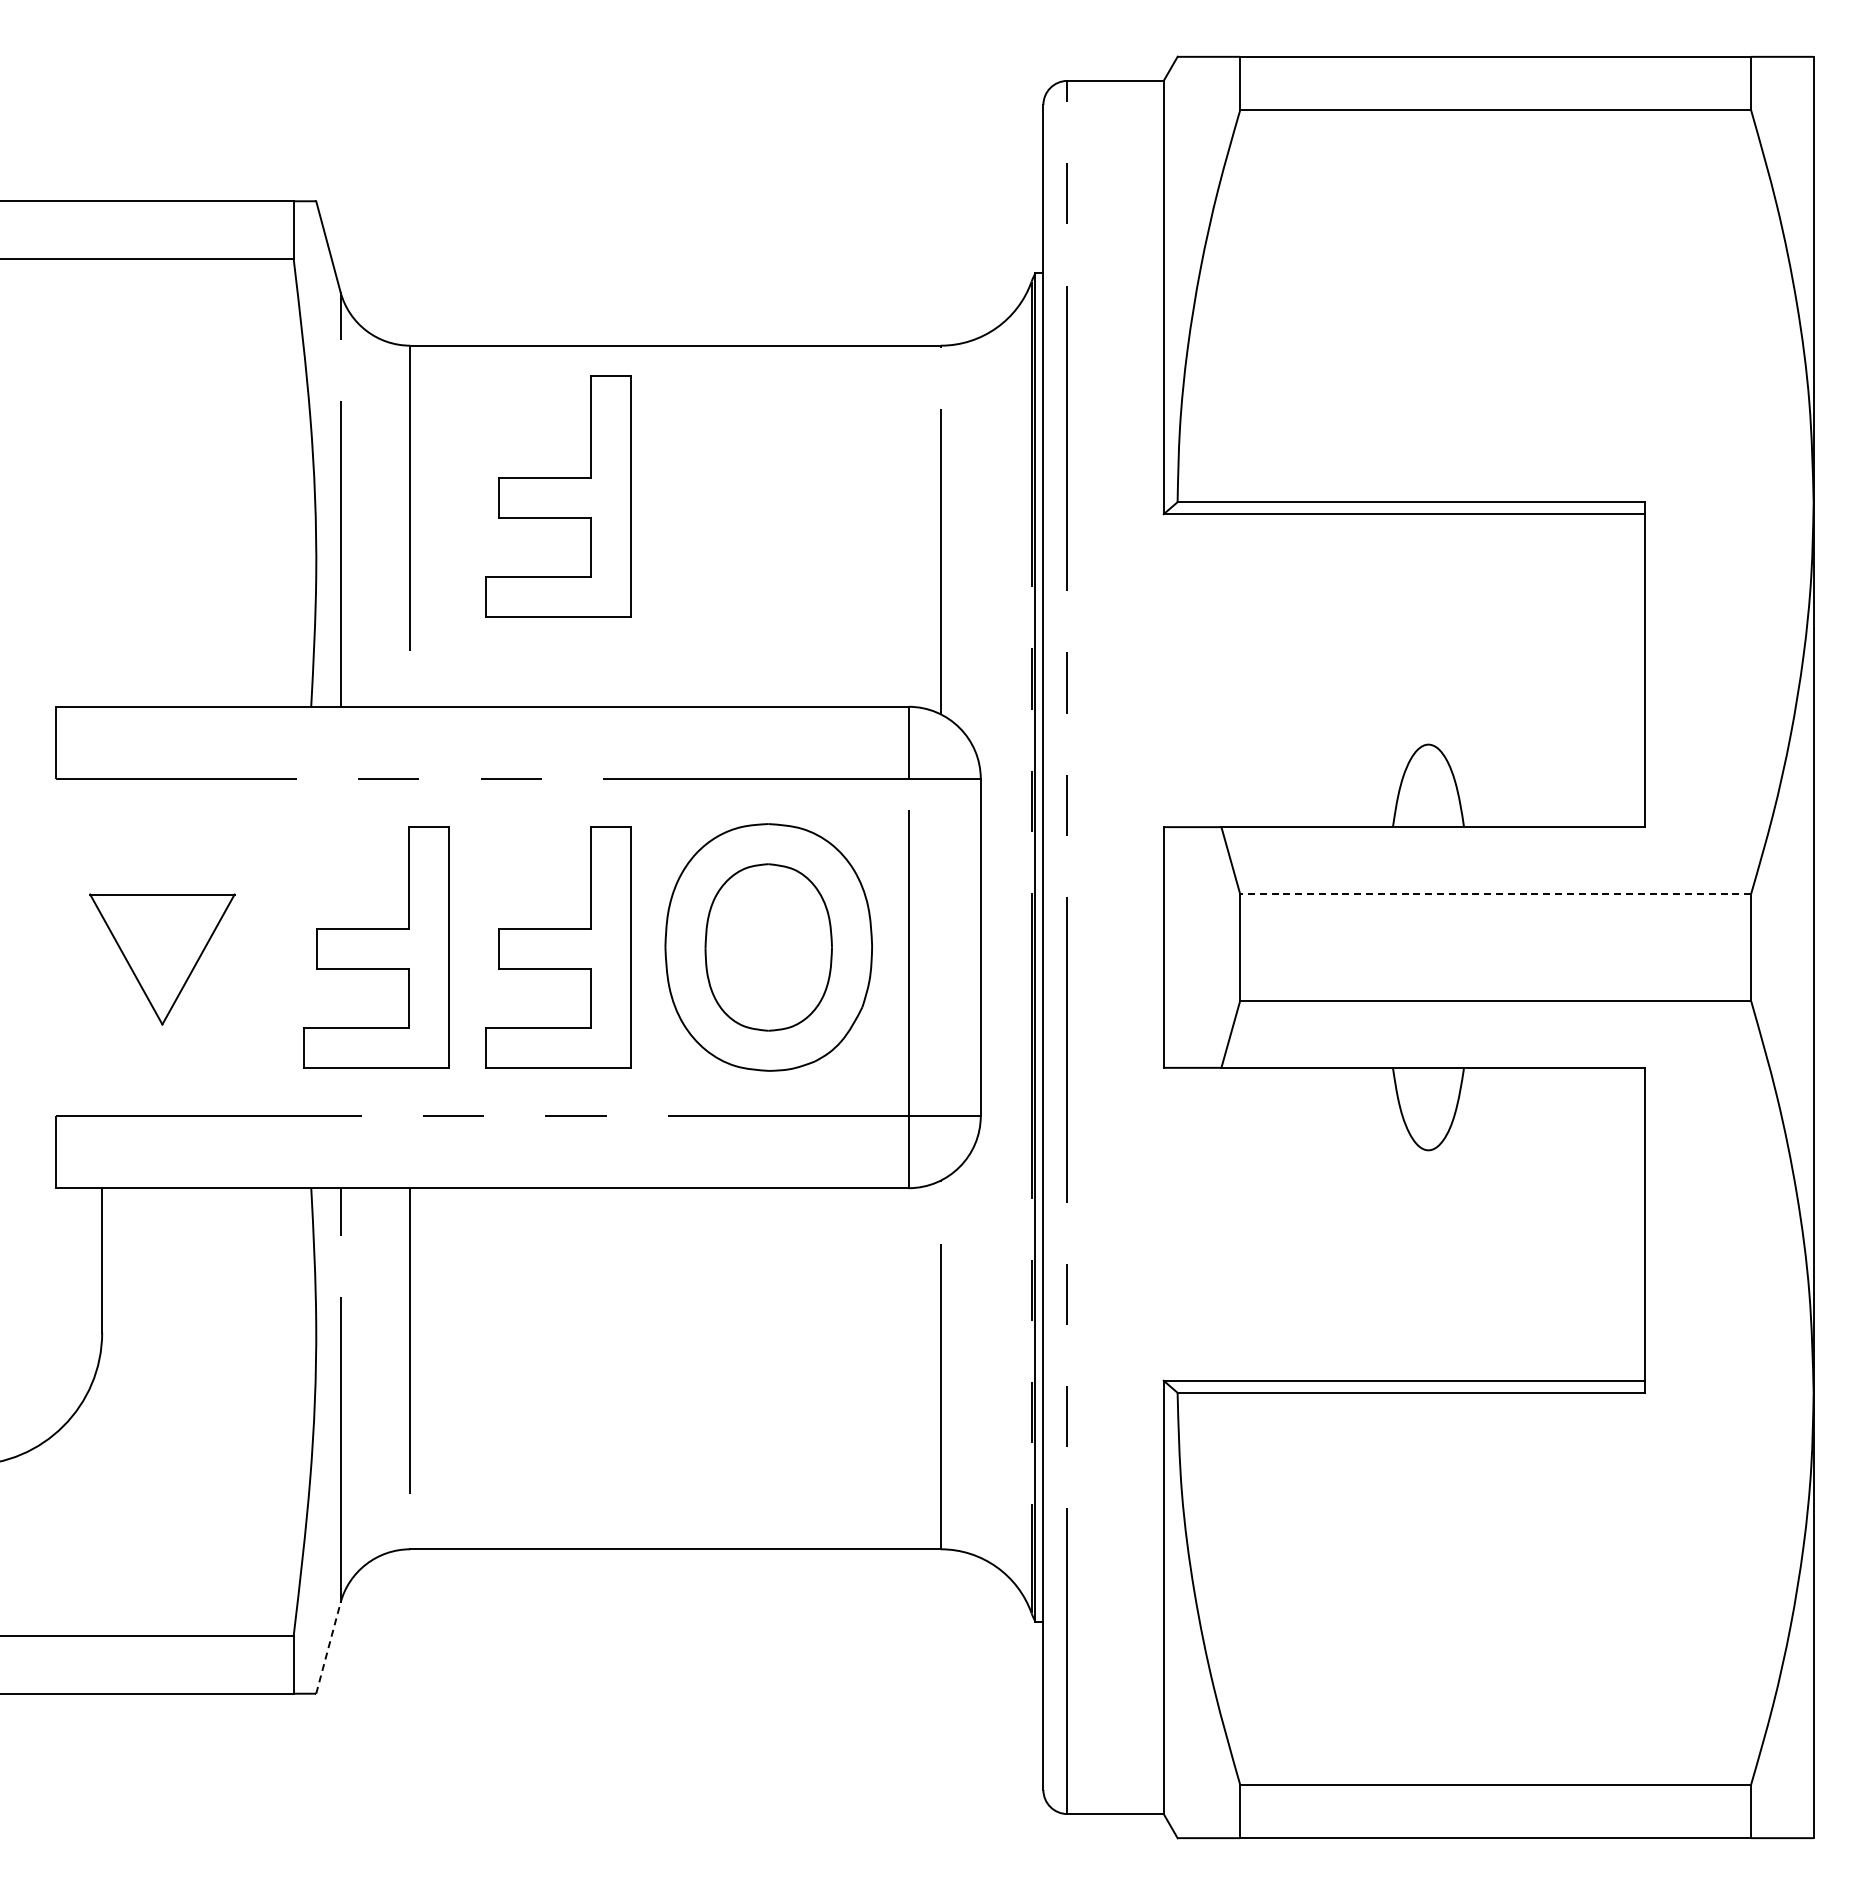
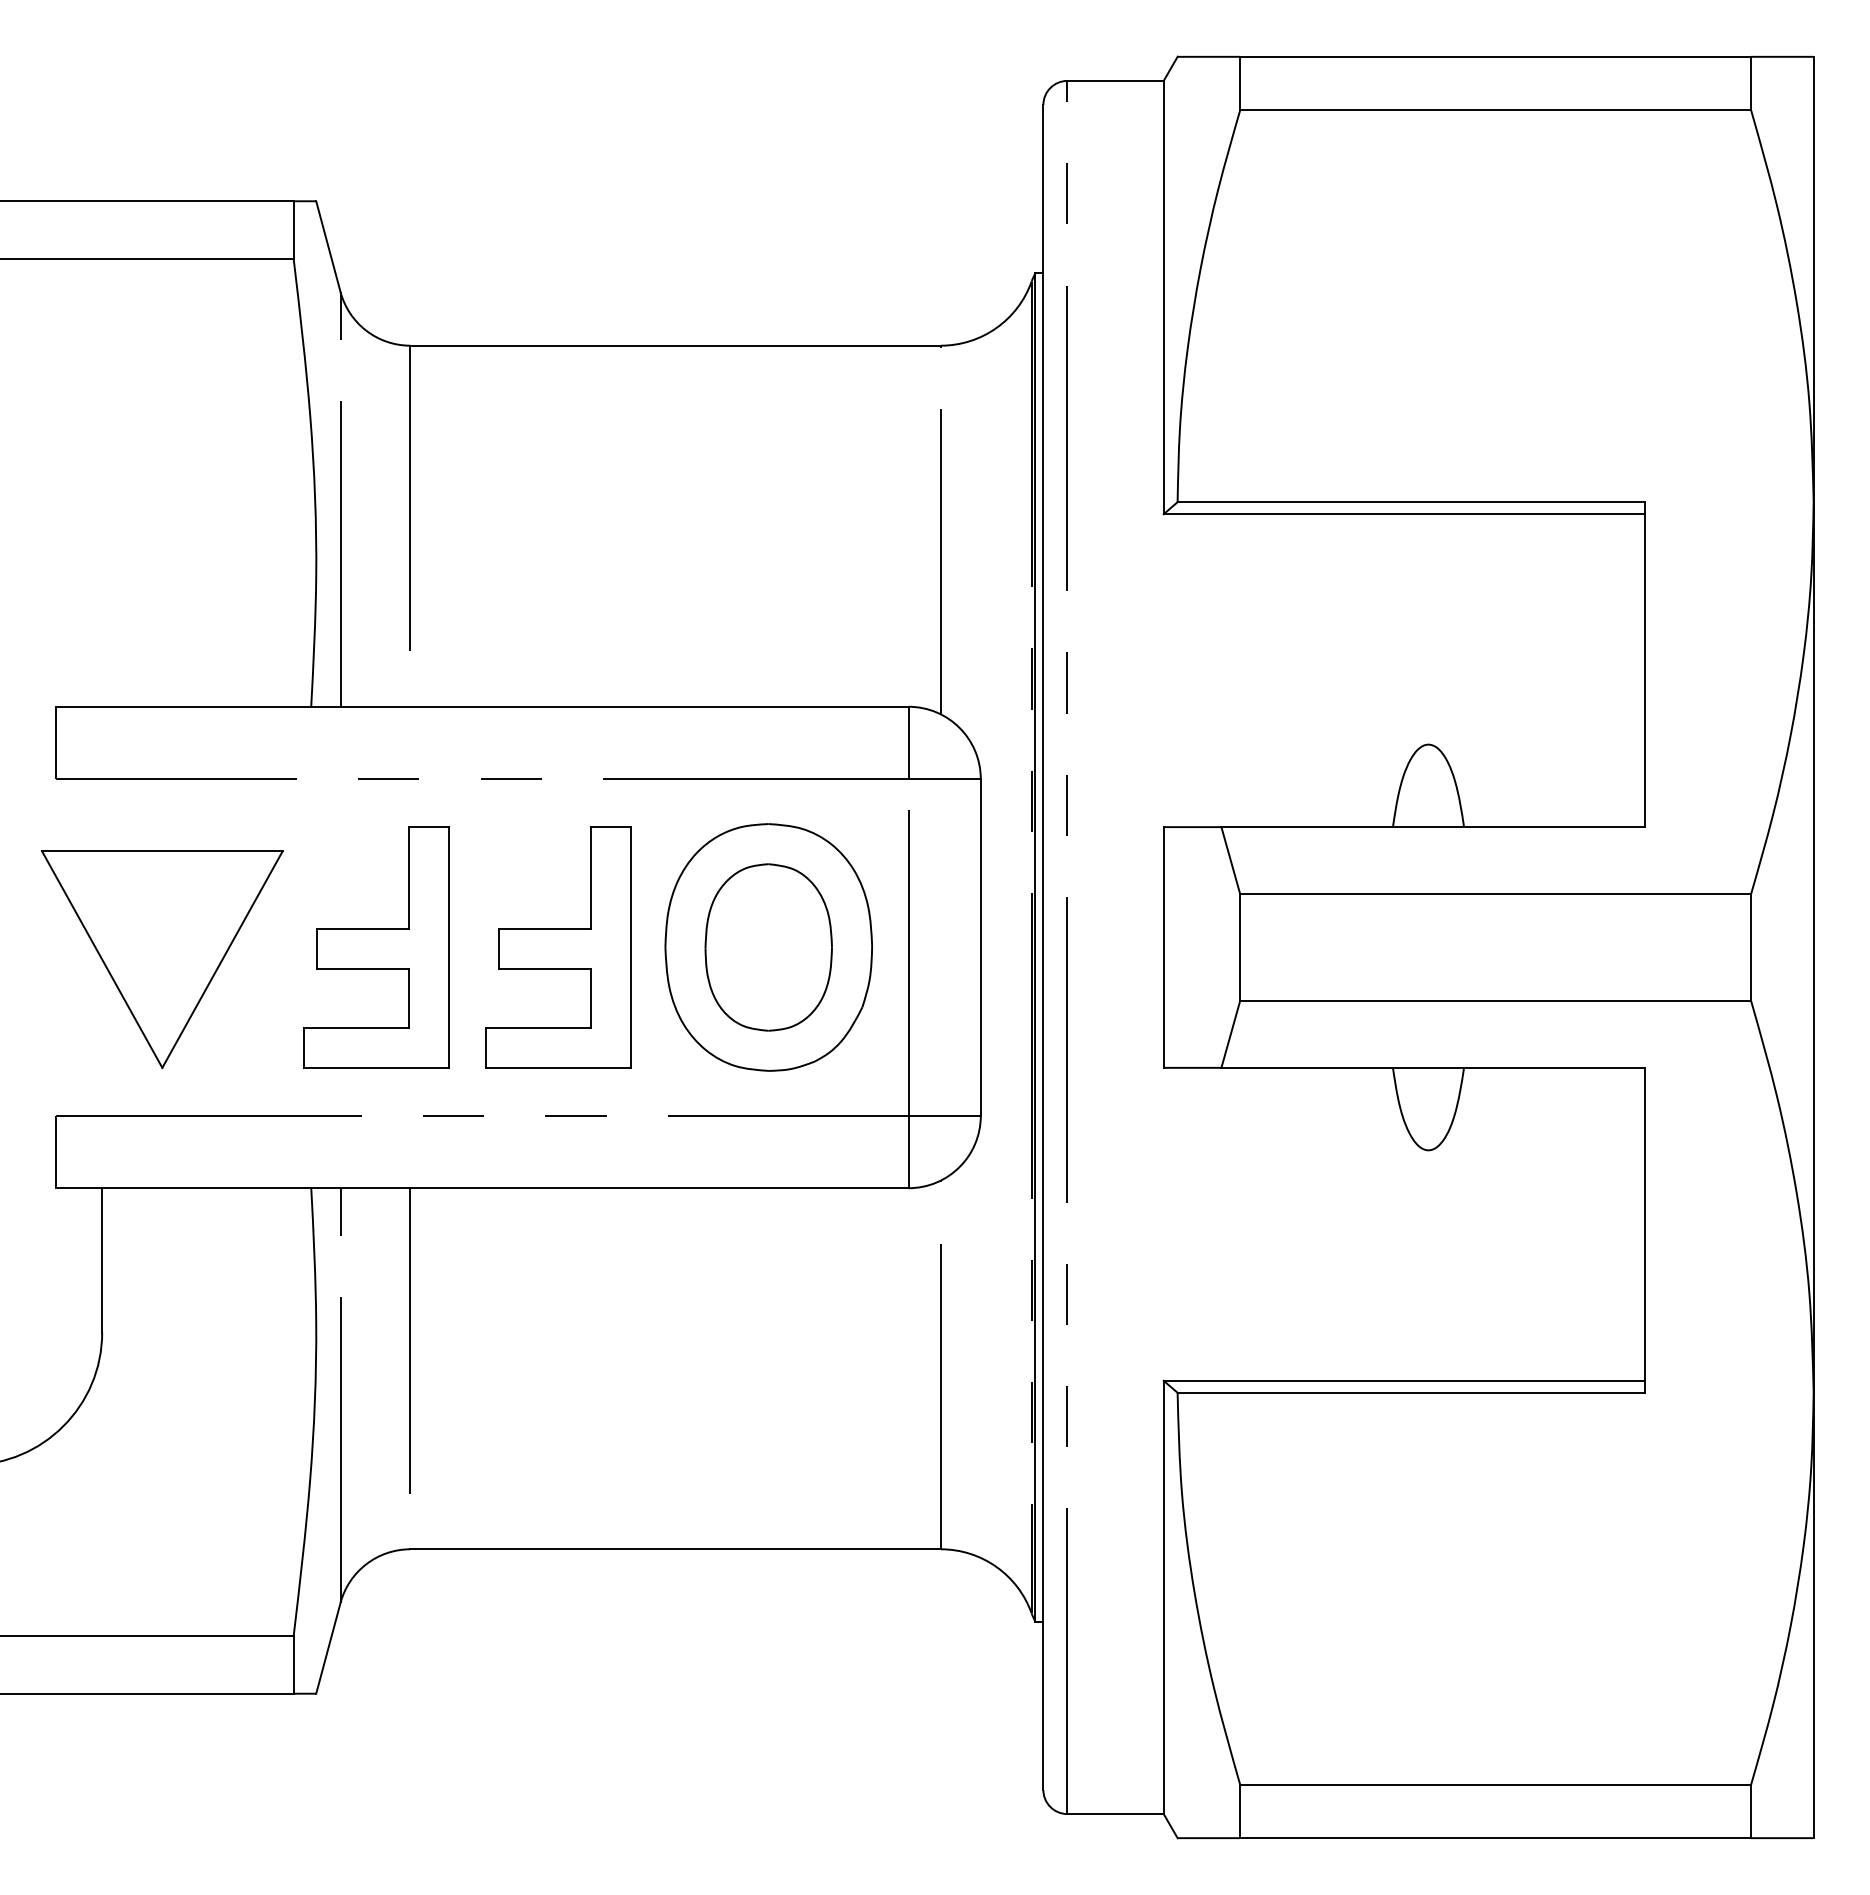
part at (558, 496): present -> none
line at (1495, 893): dashed -> solid
part at (162, 959) size: 147x133 px -> 243x219 px
line at (328, 1647): dashed -> solid
